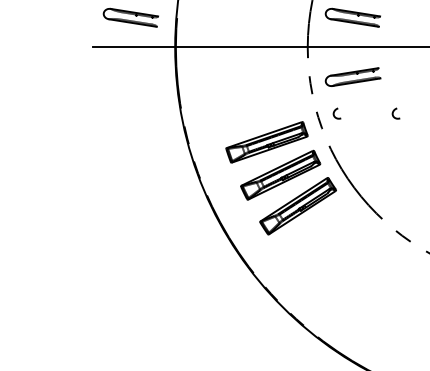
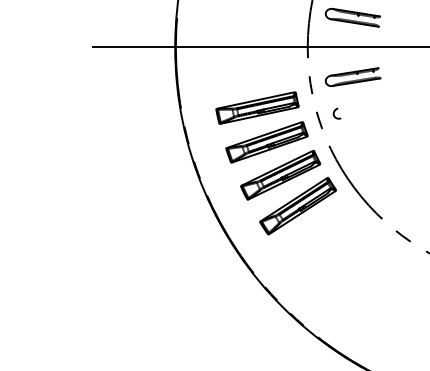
part at (130, 17): present -> none
part at (257, 107): none -> present
curve at (393, 113): present -> none
